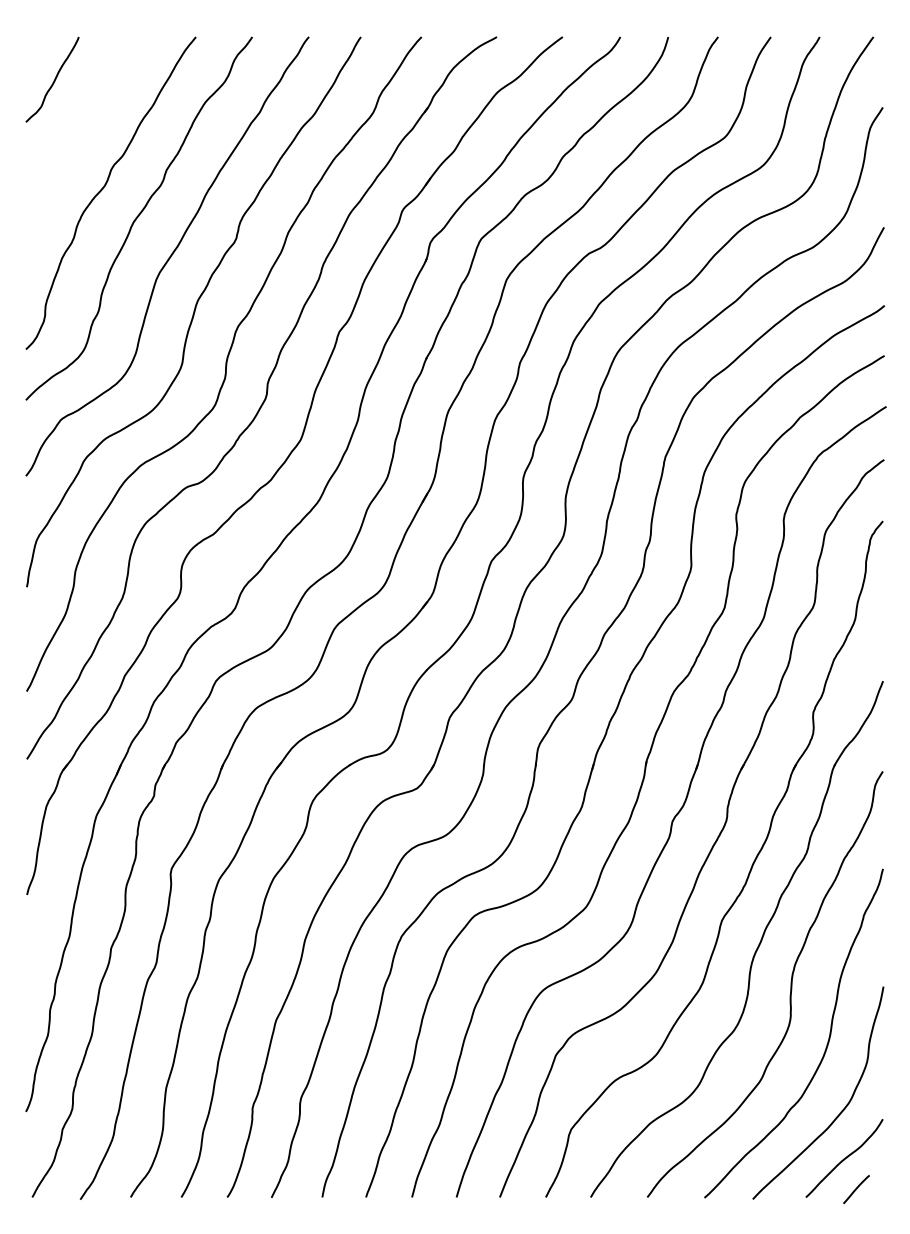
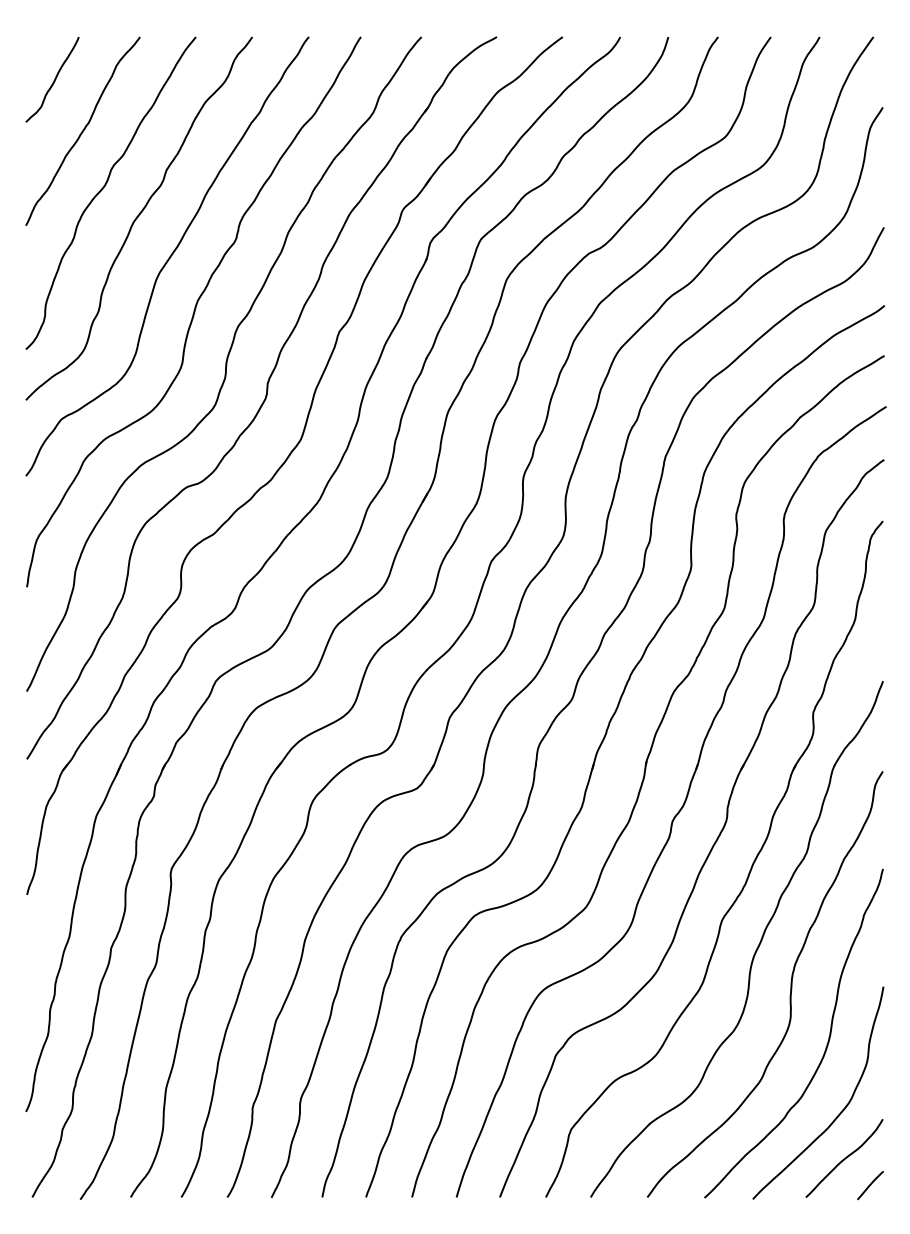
curve at (82, 130): none -> present
line at (856, 1189) position: (856, 1189) -> (870, 1185)
